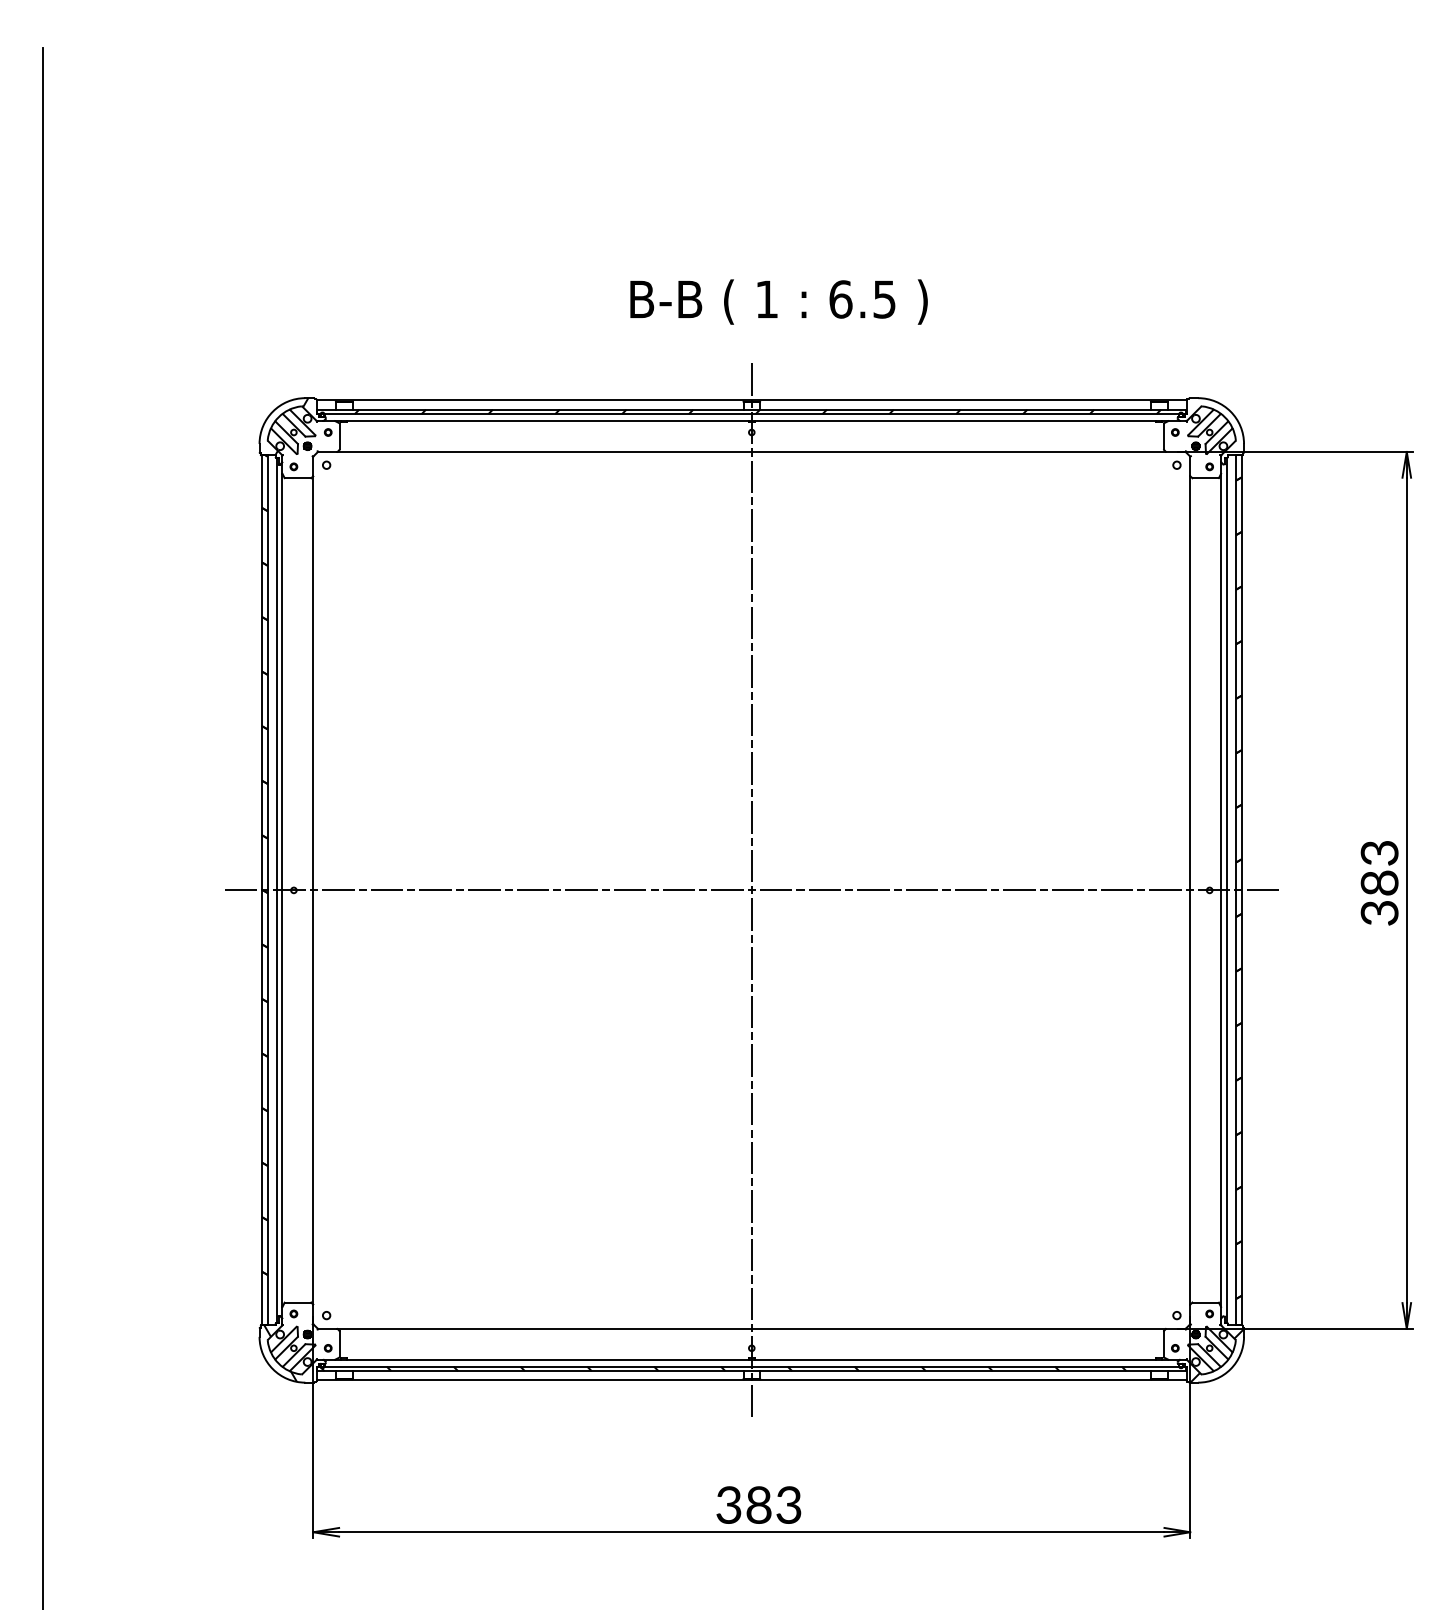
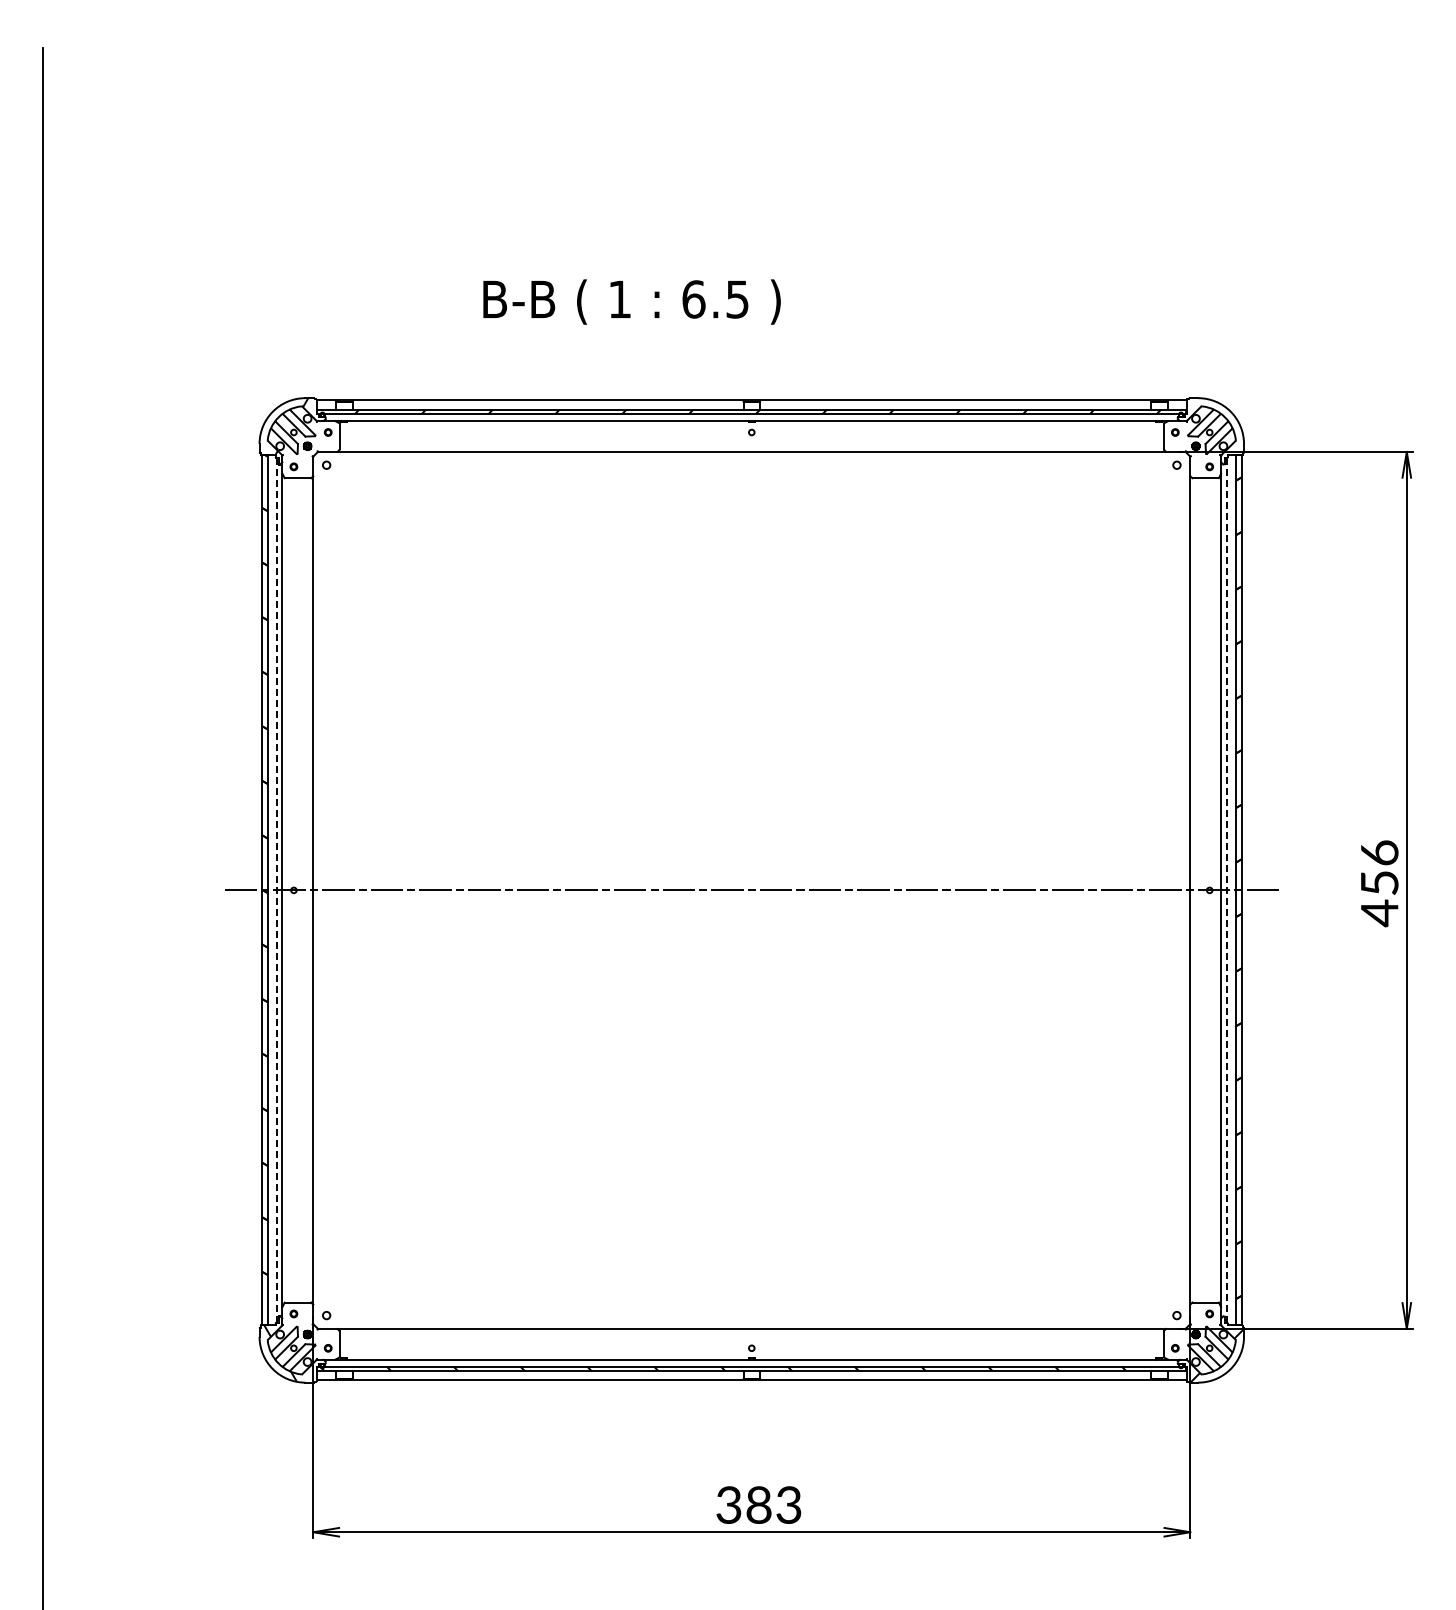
text at (778, 301) position: (778, 301) -> (631, 301)
text at (1379, 883): 383 -> 456
line at (276, 890): solid -> dashed
line at (751, 890): present -> none
line at (1226, 890): solid -> dashed
